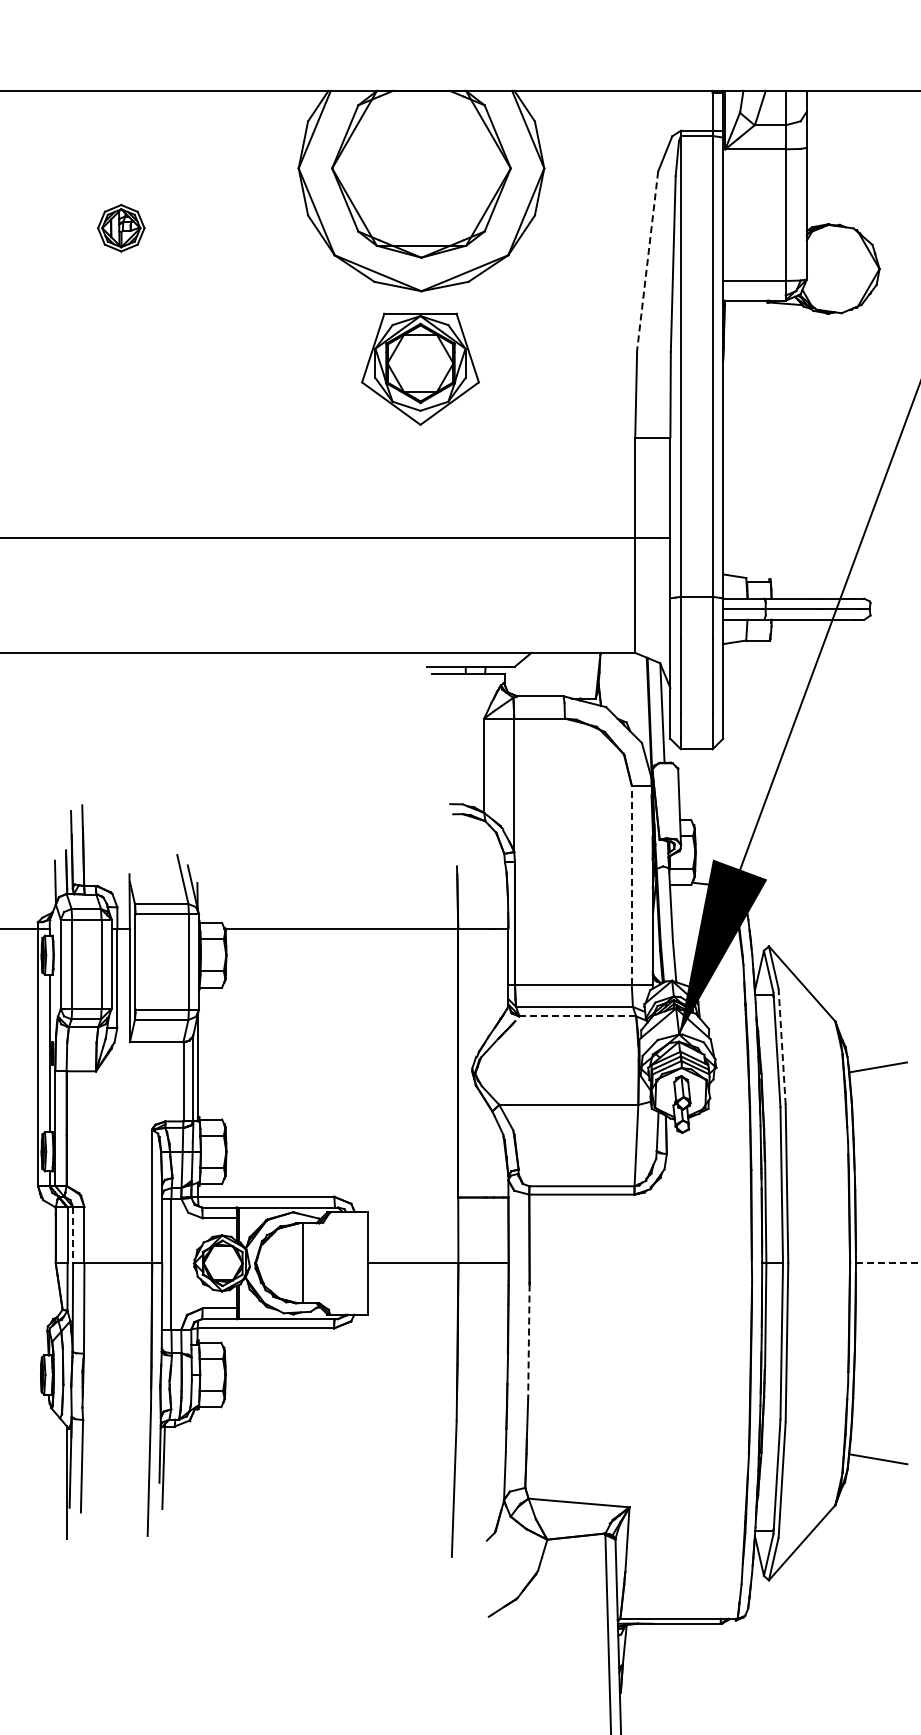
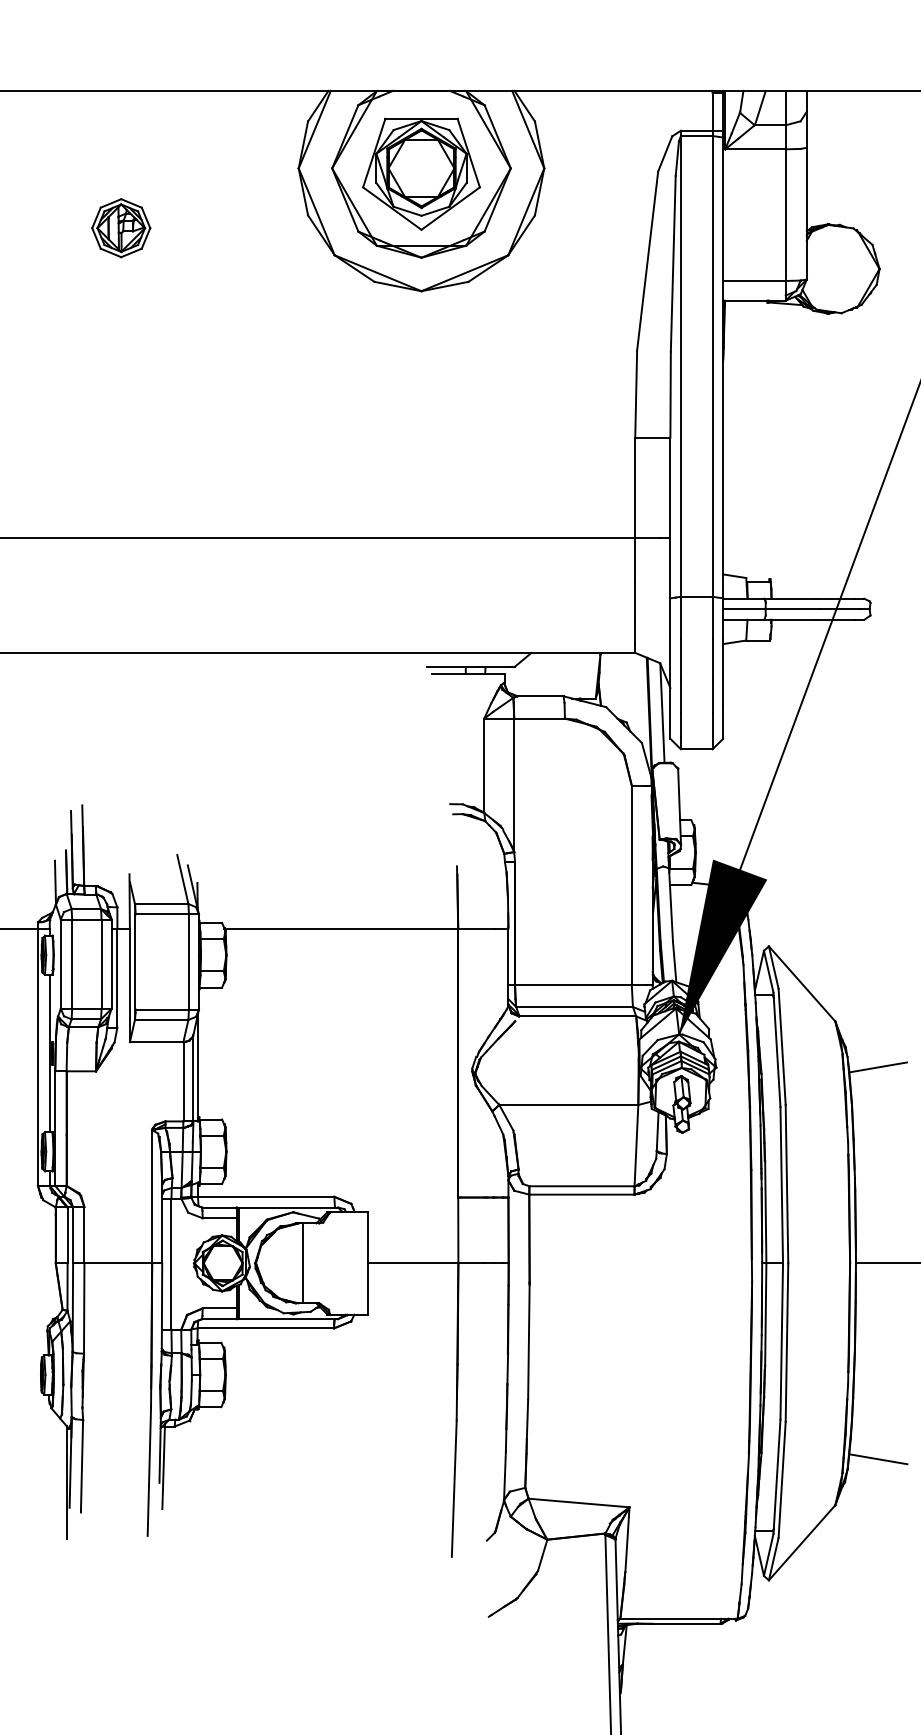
part at (121, 228) size: 49x49 px -> 61x61 px
line at (647, 261): dashed -> solid
part at (420, 368) position: (420, 368) -> (421, 173)
line at (631, 885): dashed -> solid
line at (577, 1016): dashed -> solid
line at (782, 1046): dashed -> solid
line at (73, 1235): dashed -> solid
line at (888, 1263): dashed -> solid
line at (528, 1342): dashed -> solid
